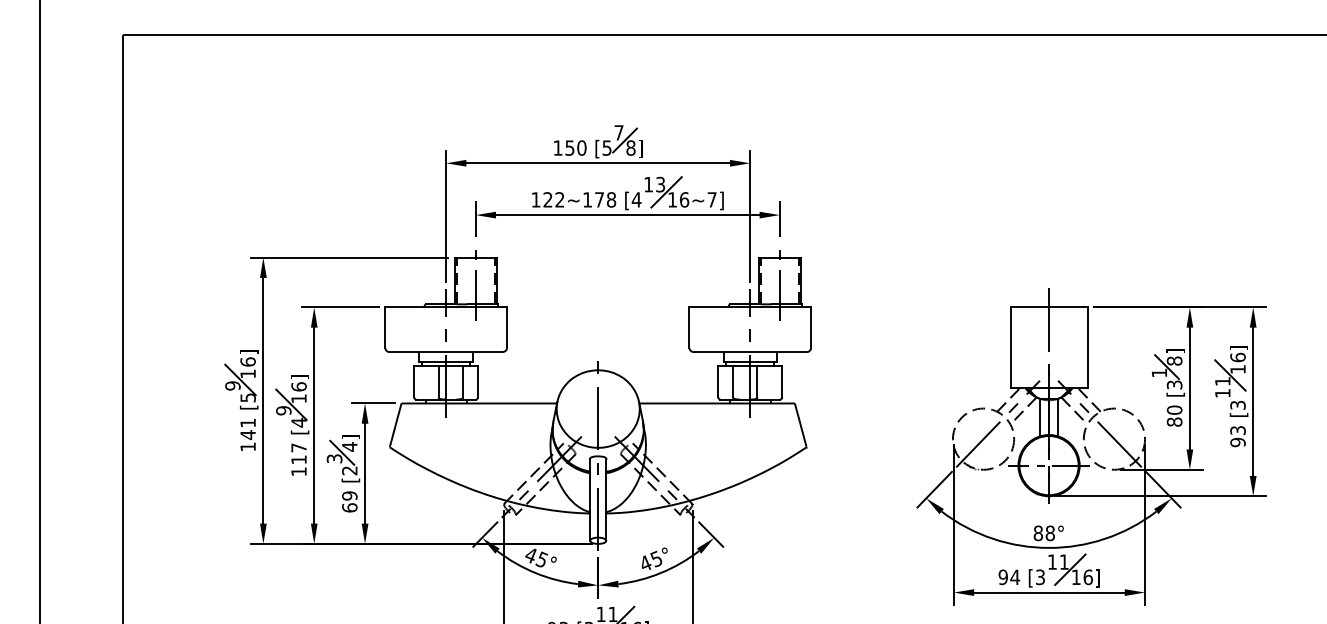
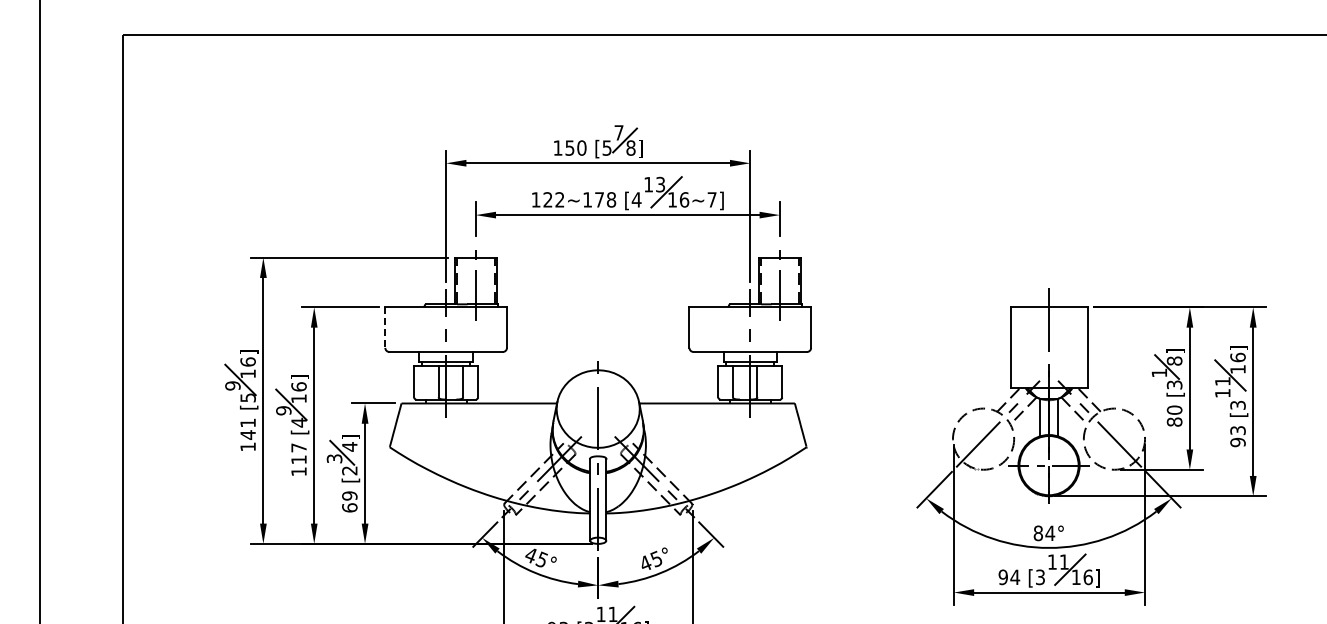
line at (385, 328): solid -> dashed
text at (1050, 533): 88° -> 84°
